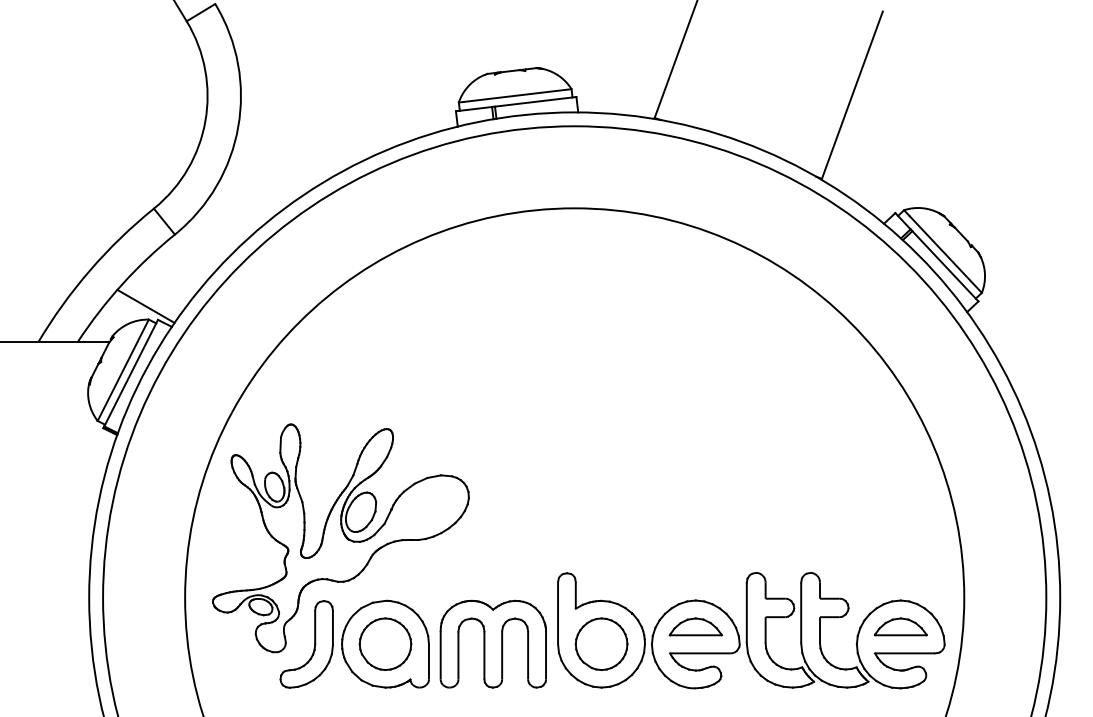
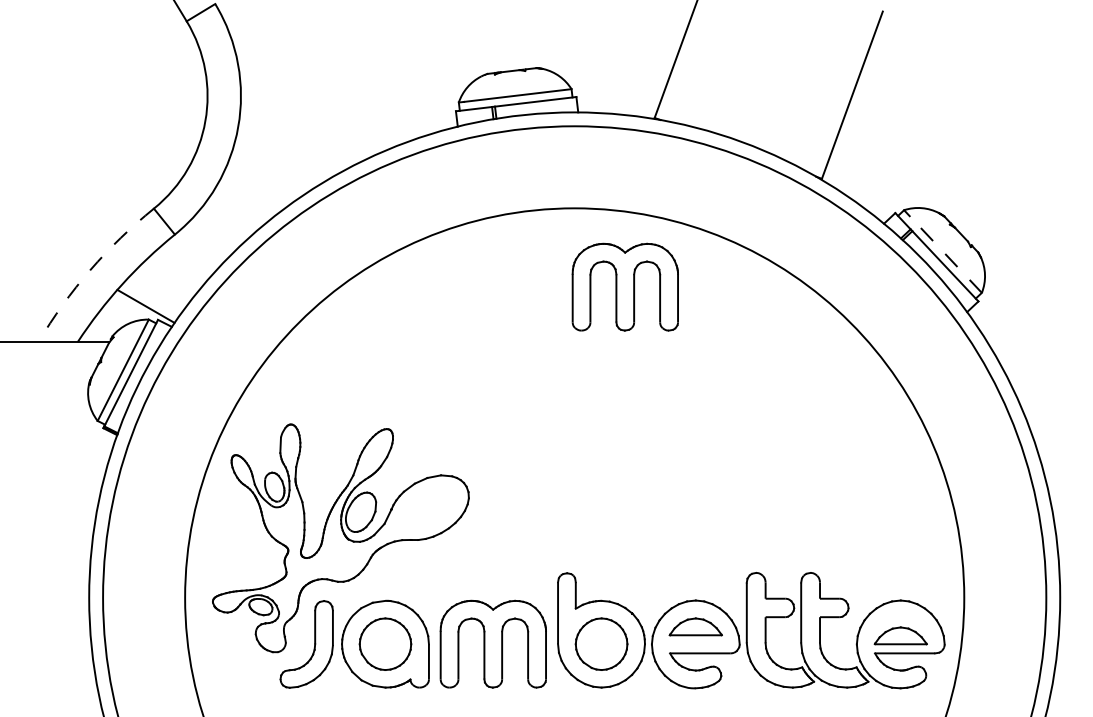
line at (945, 254): solid -> dashed
arc at (90, 270): solid -> dashed
part at (624, 286): none -> present
part at (900, 626) position: (900, 626) -> (900, 635)
